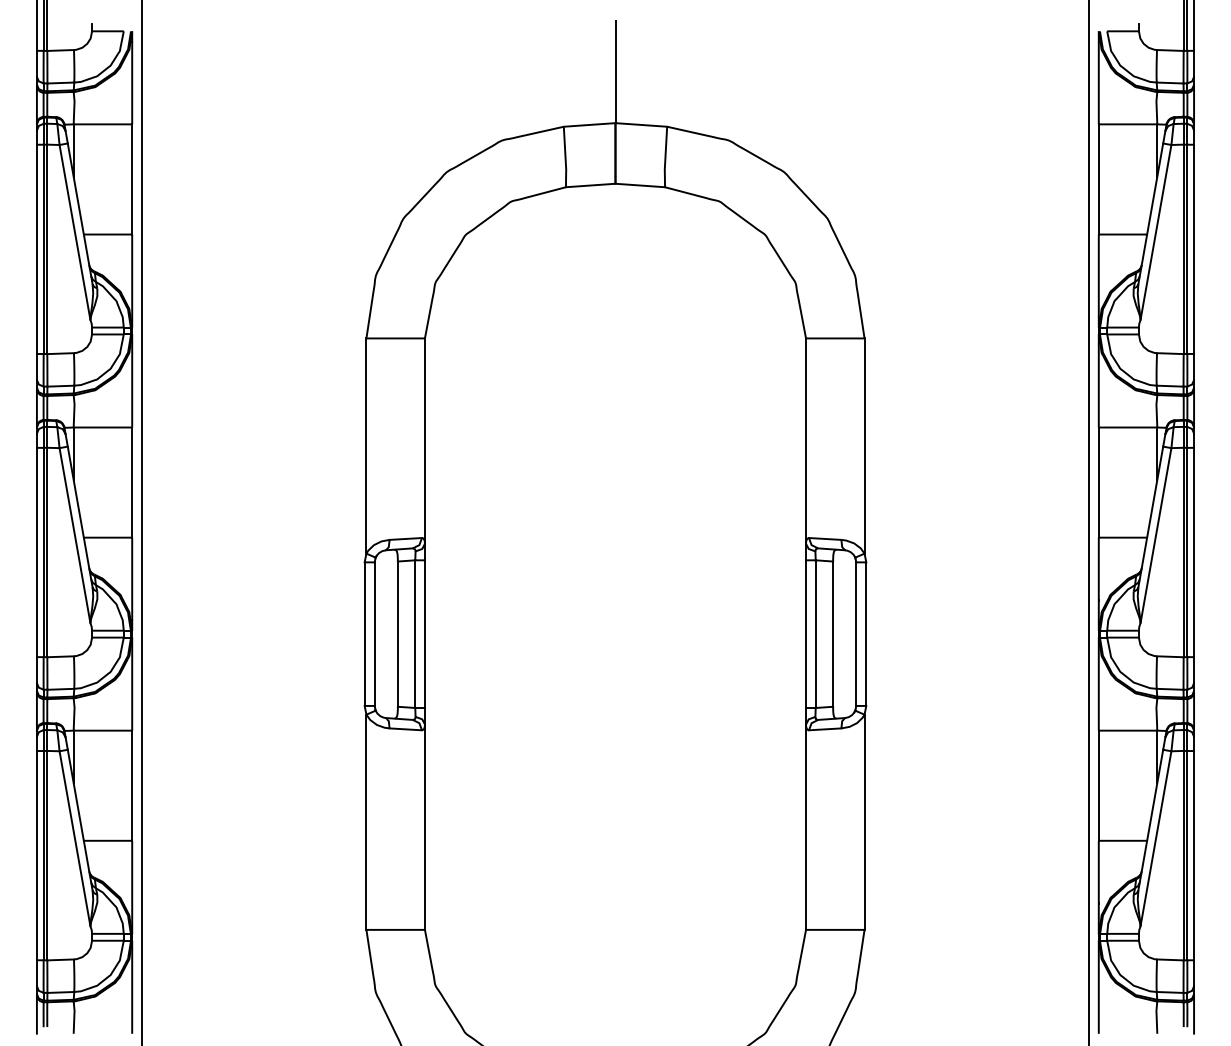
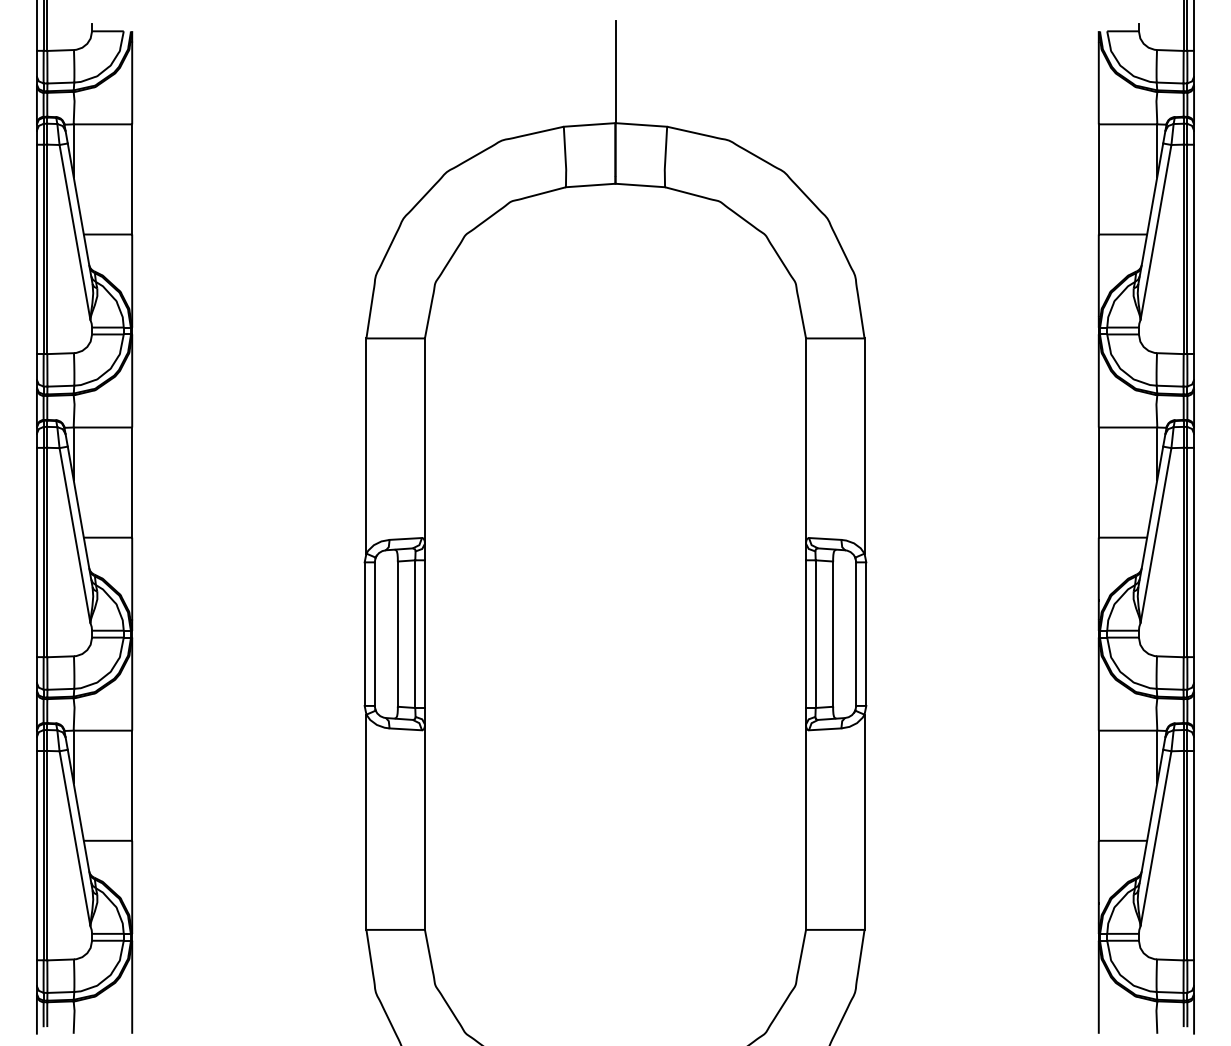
line at (142, 522): present -> none
line at (1088, 522): present -> none
